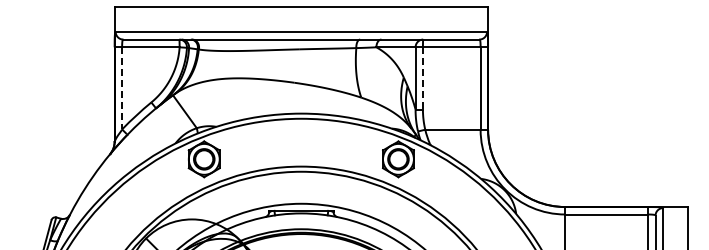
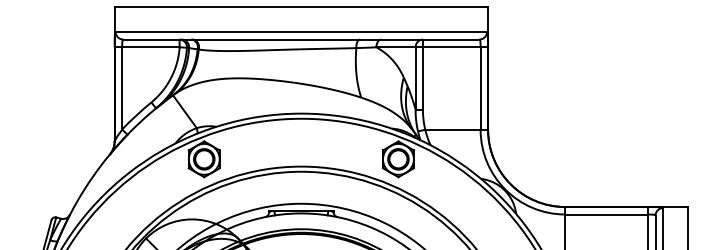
line at (422, 78): dashed -> solid
line at (122, 88): dashed -> solid
